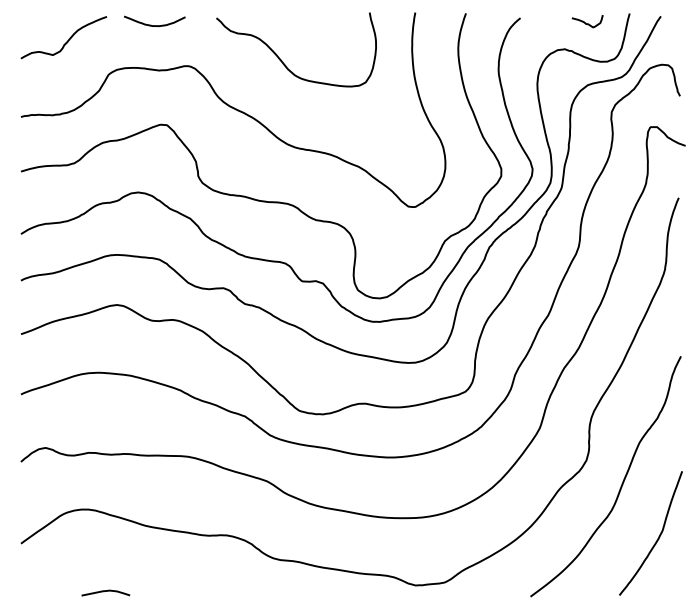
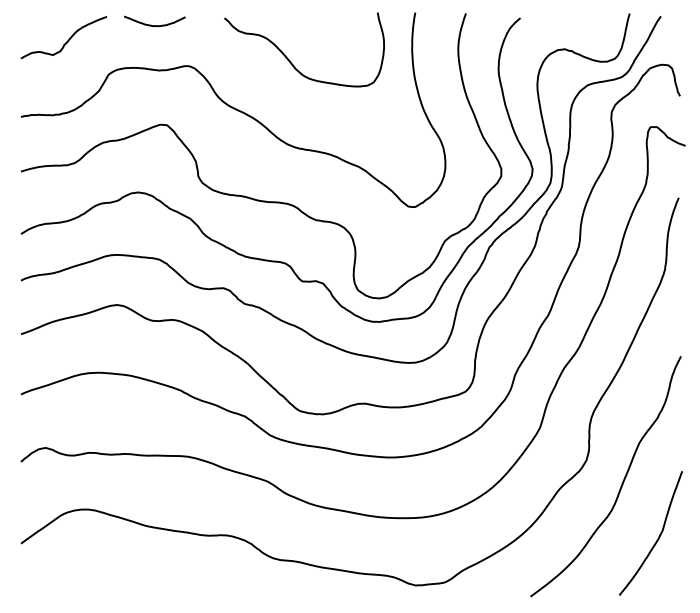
curve at (587, 23): present -> none
curve at (282, 60) position: (282, 60) -> (290, 60)
curve at (105, 591): present -> none
